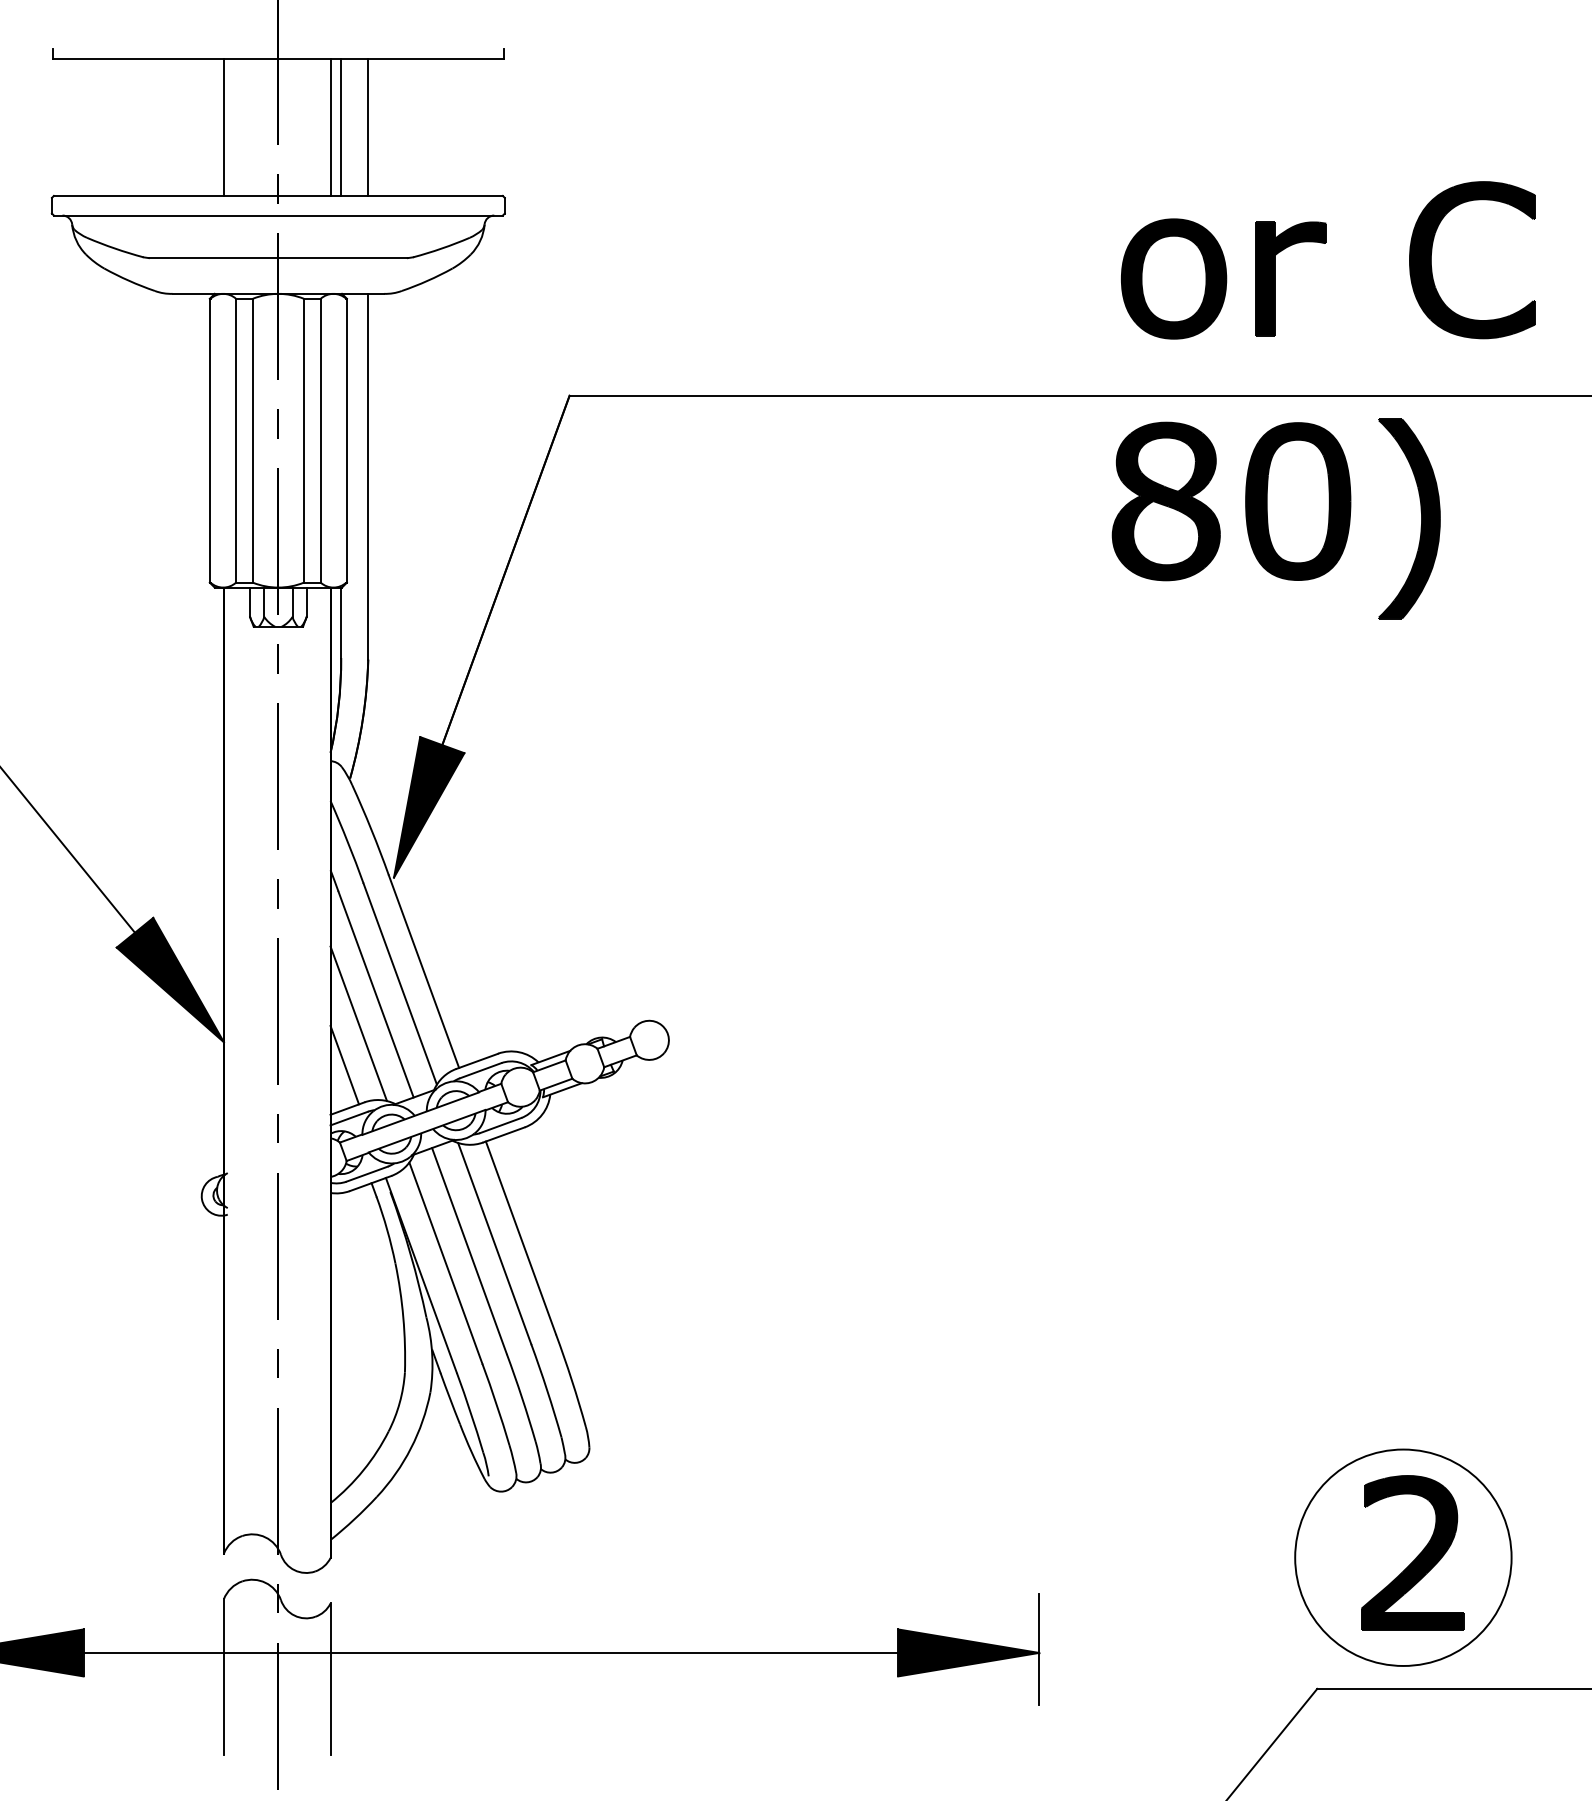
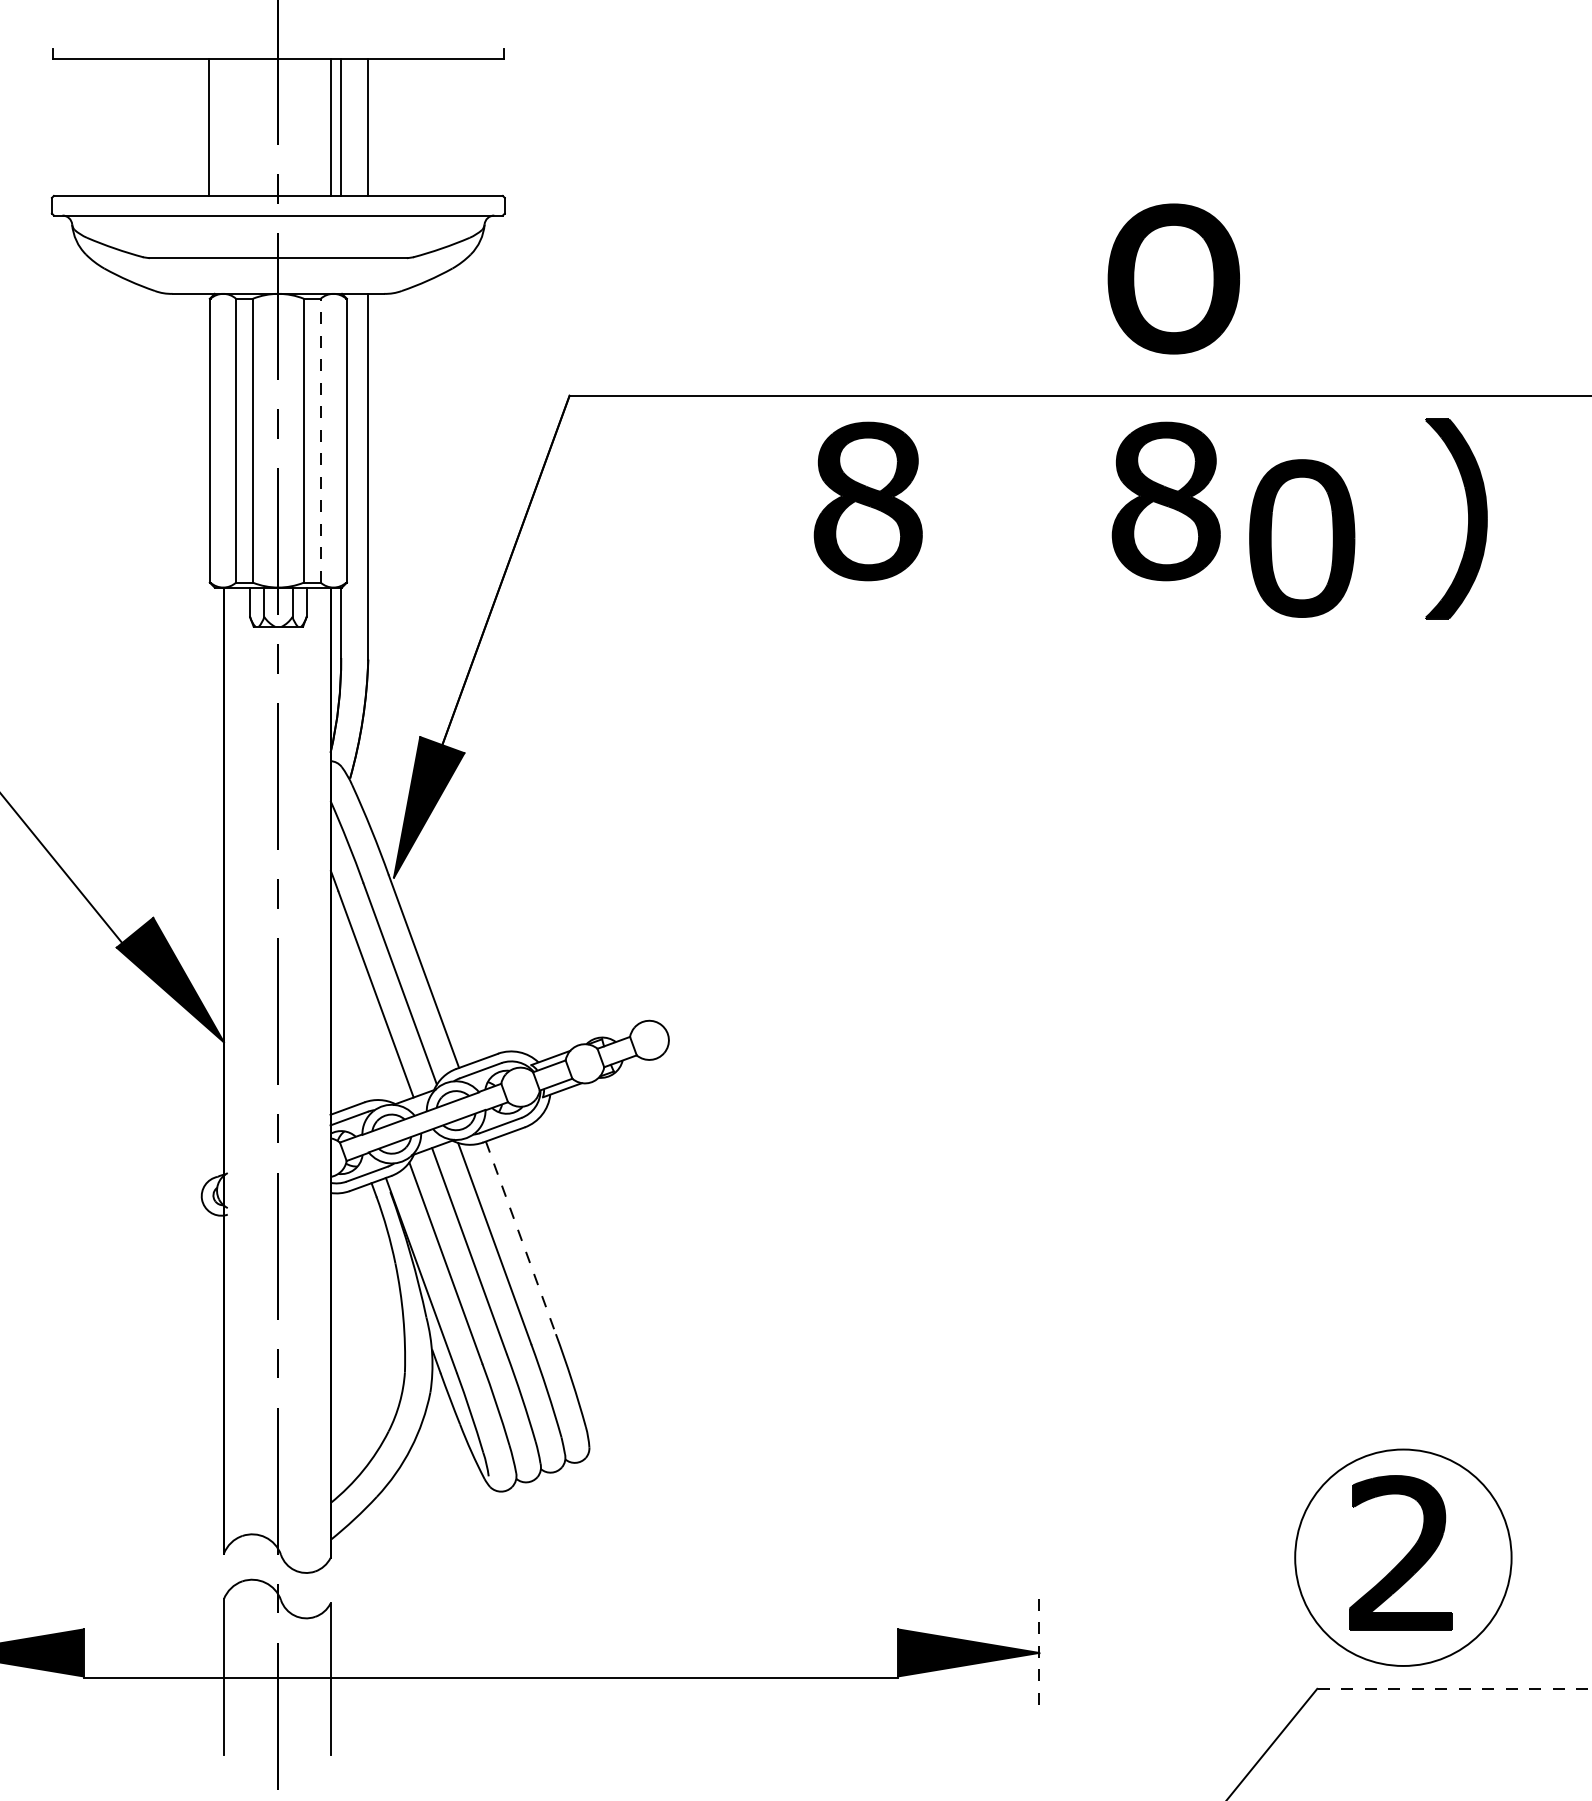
line at (223, 126) position: (223, 126) -> (208, 126)
part at (1432, 252): present -> none
part at (1174, 278) size: 107x122 px -> 134x152 px
part at (1275, 278): present -> none
line at (320, 440): solid -> dashed
part at (867, 501): none -> present
part at (1298, 501) position: (1298, 501) -> (1302, 538)
part at (1421, 518) position: (1421, 518) -> (1468, 518)
line at (68, 850) position: (68, 850) -> (61, 868)
line at (358, 1023): present -> none
line at (344, 1065): present -> none
line at (520, 1237): solid -> dashed
part at (1412, 1552) position: (1412, 1552) -> (1400, 1552)
line at (1039, 1648): solid -> dashed
line at (490, 1652) position: (490, 1652) -> (490, 1677)
line at (1454, 1688): solid -> dashed
